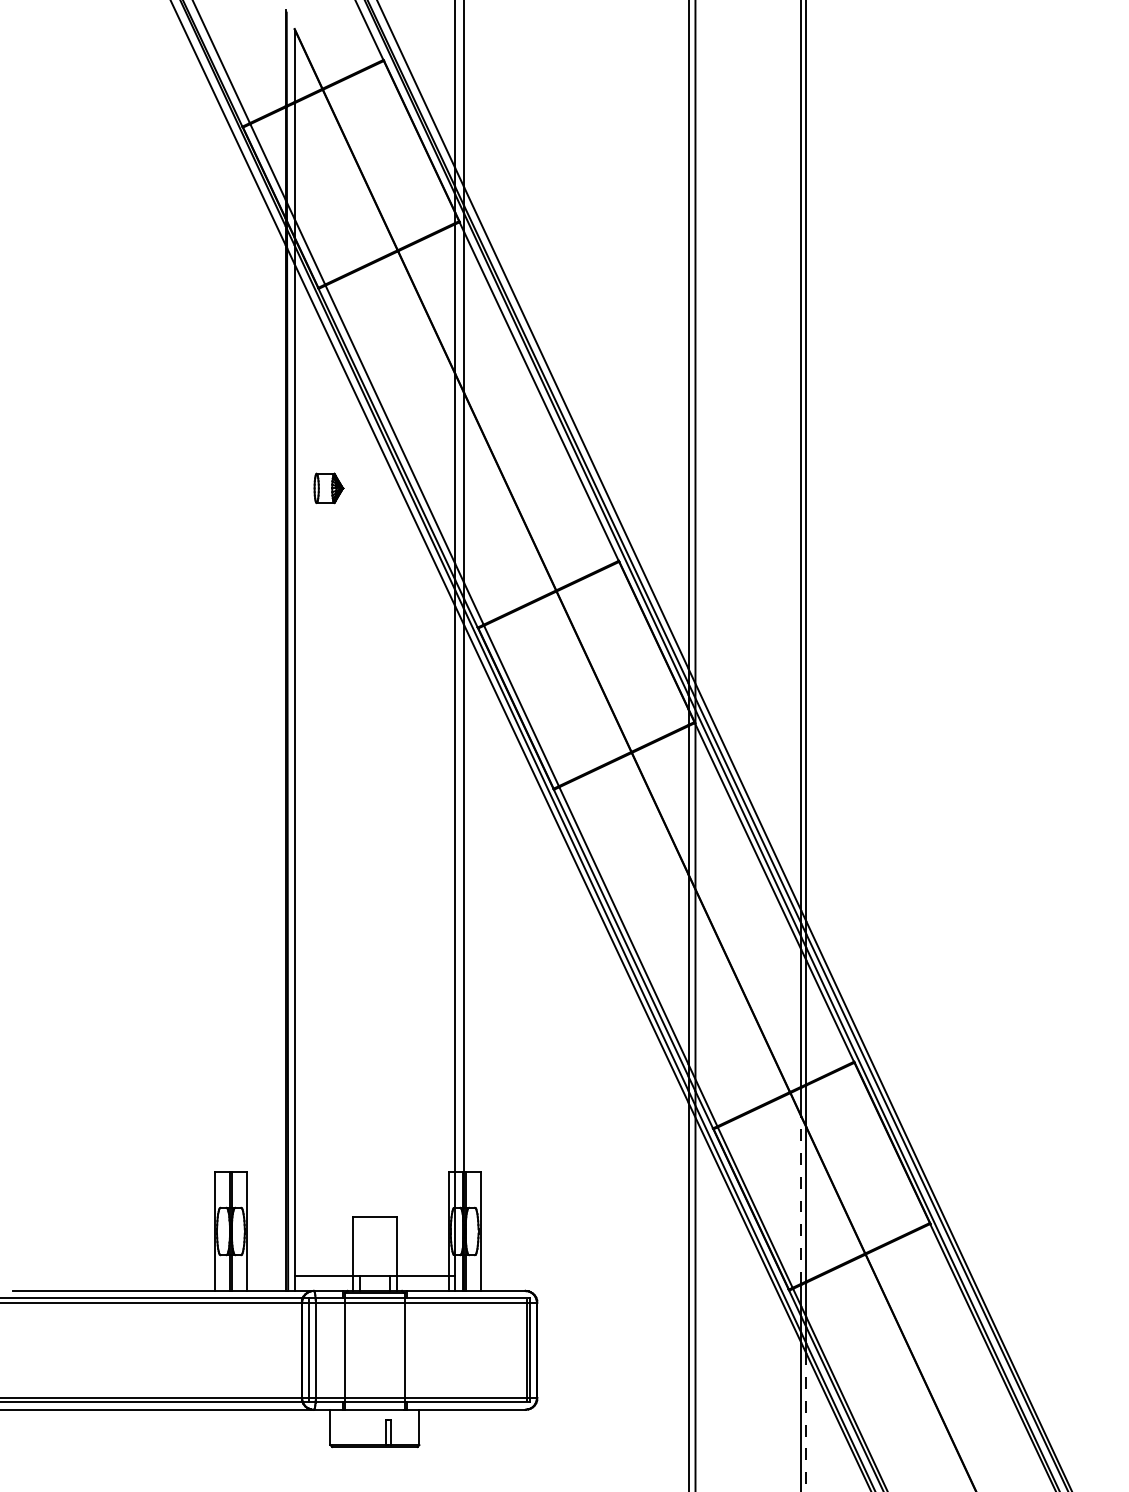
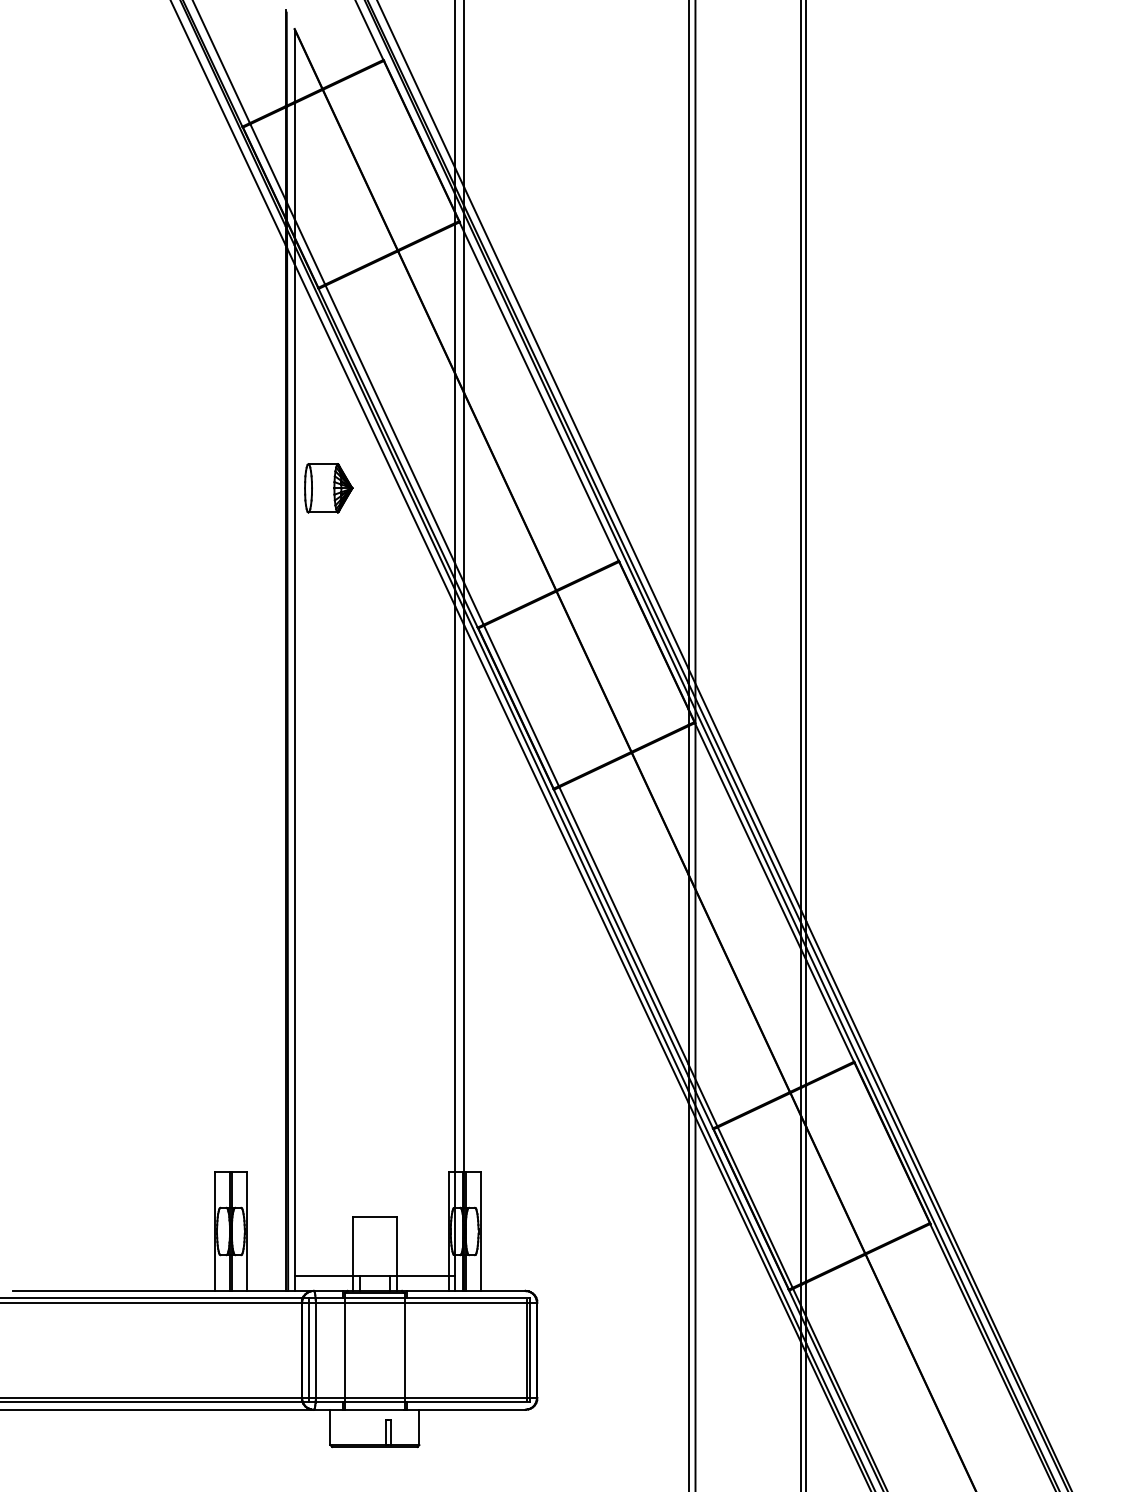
part at (328, 488) size: 32x33 px -> 50x51 px
line at (801, 1200): dashed -> solid
line at (806, 1423): dashed -> solid
